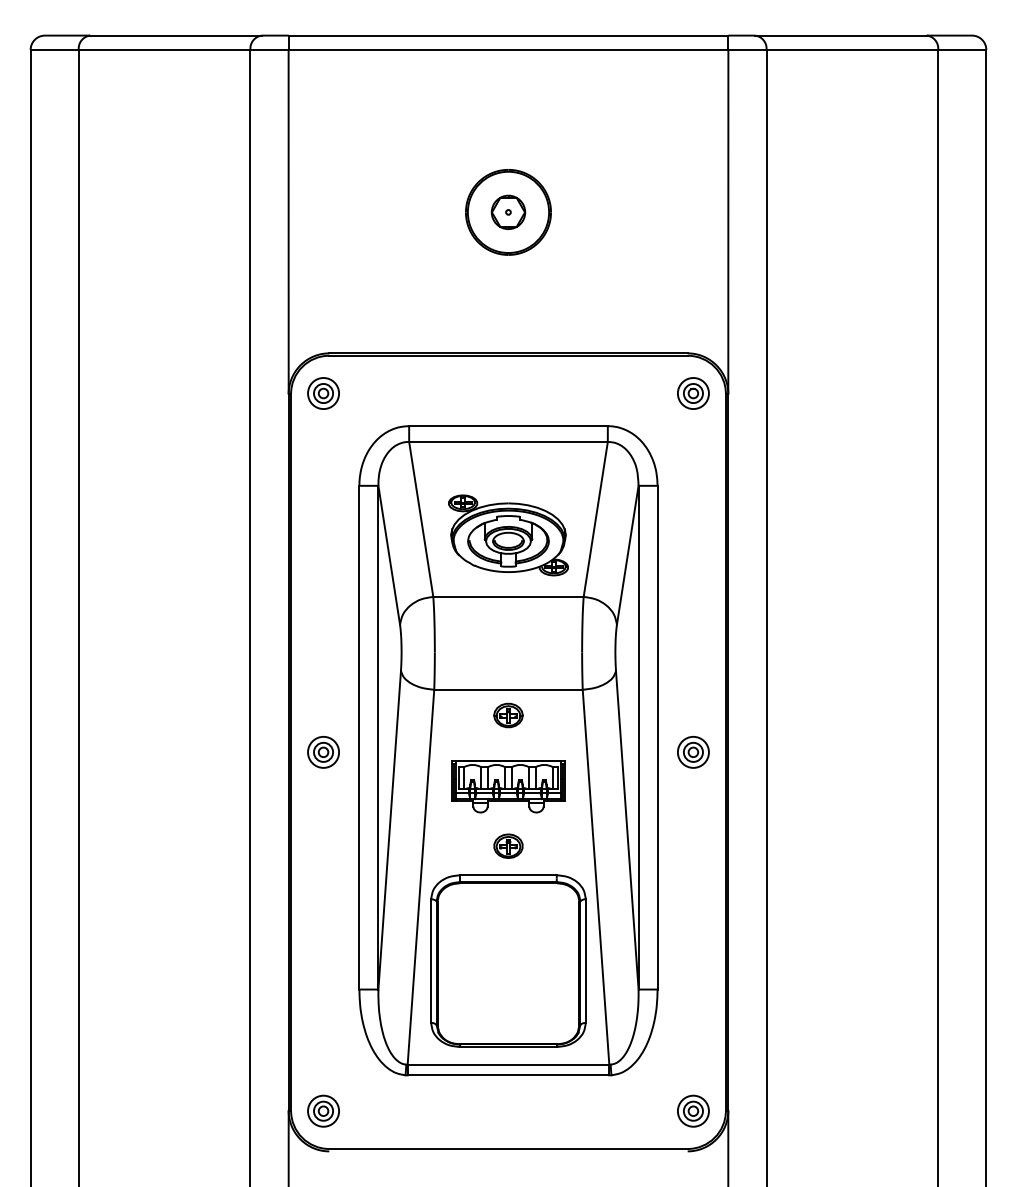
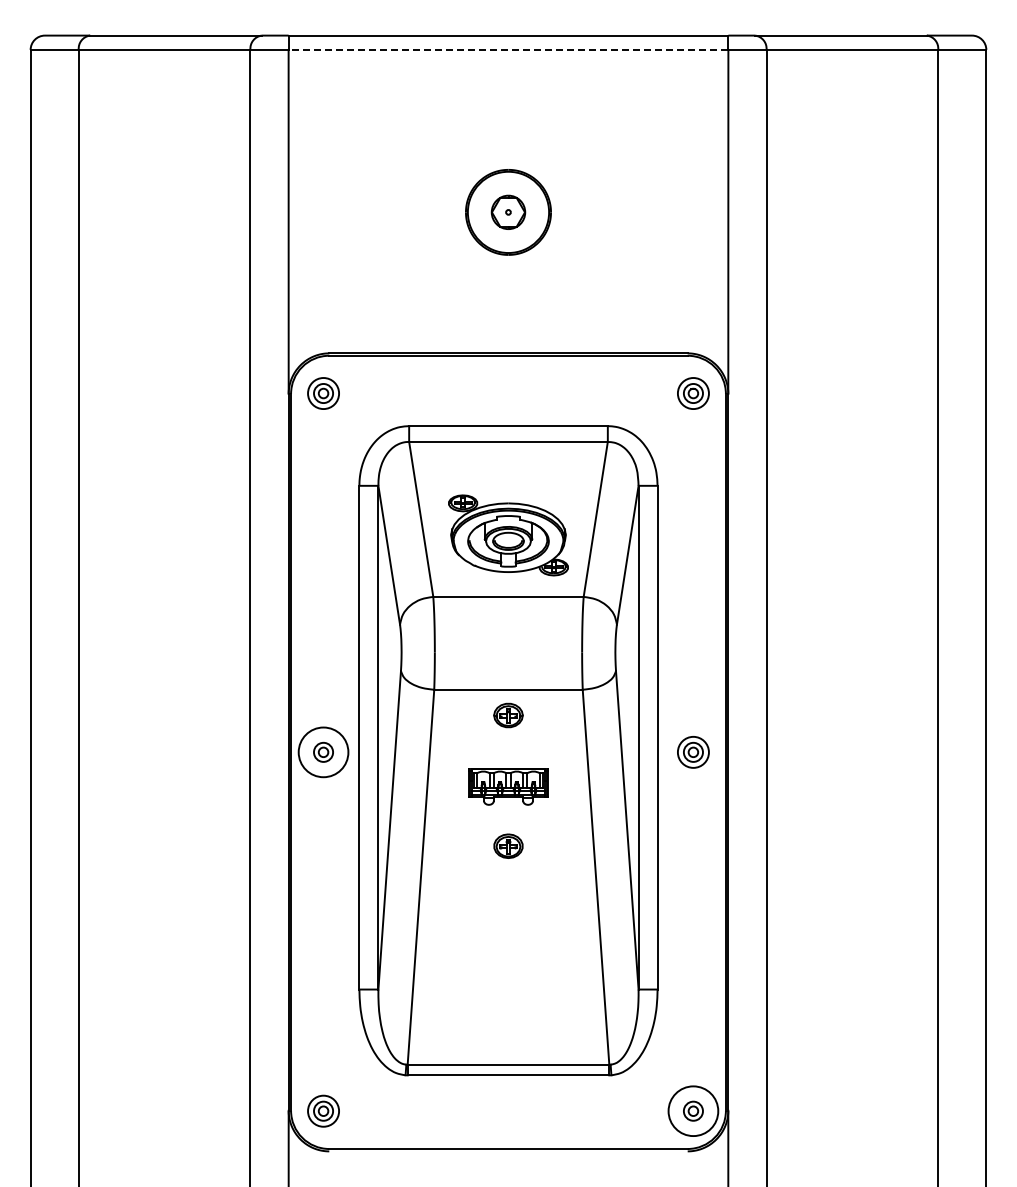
line at (508, 49): solid -> dashed
circle at (323, 751) diameter: 31 px -> 50 px
part at (508, 786) size: 115x54 px -> 81x38 px
part at (508, 960): present -> none
circle at (692, 1110) diameter: 31 px -> 50 px
